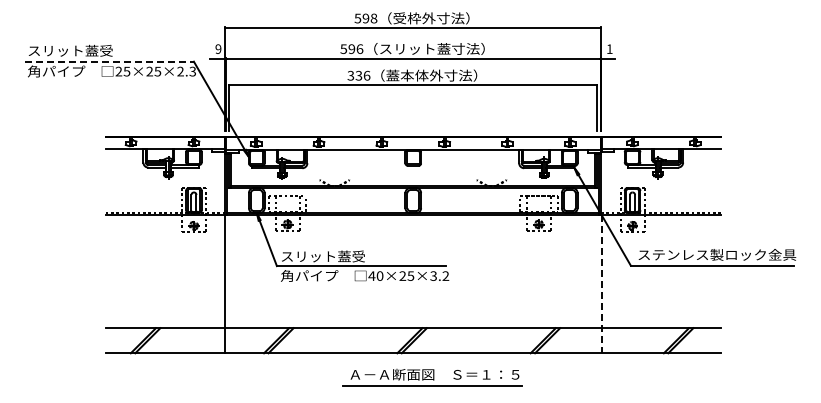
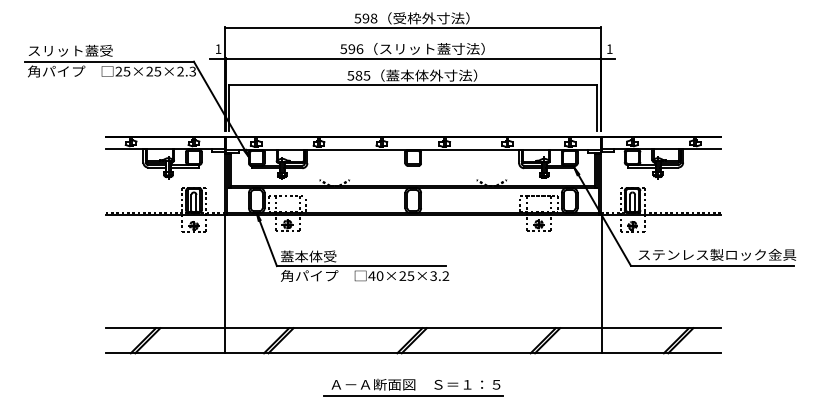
text at (218, 48): 9 -> 1
line at (109, 61): dashed -> solid
text at (359, 75): 336 -> 585
text at (322, 256): スリット蓋受 -> 蓋本体受
line at (602, 284): dashed -> solid
part at (432, 377) position: (432, 377) -> (413, 387)
